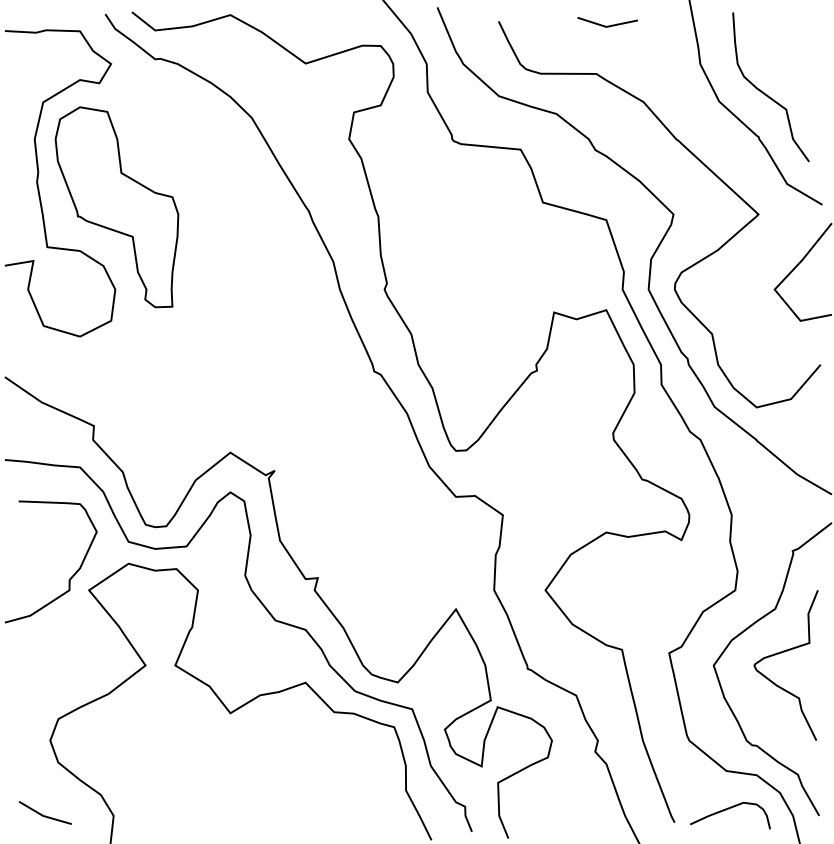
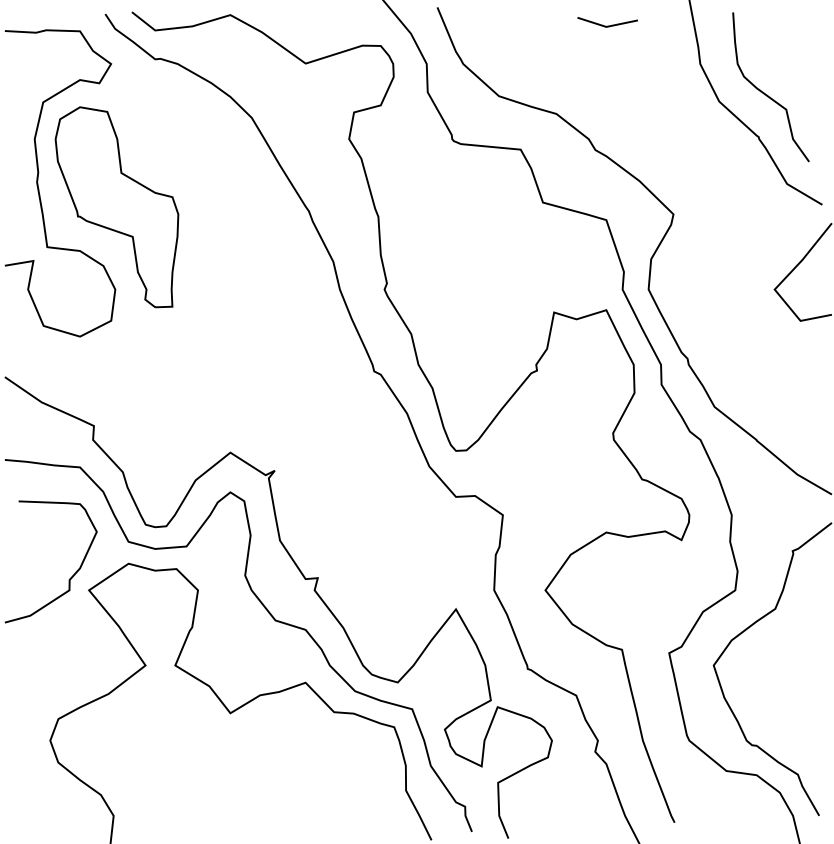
curve at (690, 265): present -> none
curve at (781, 653): present -> none
curve at (729, 809): present -> none
line at (42, 814): present -> none
